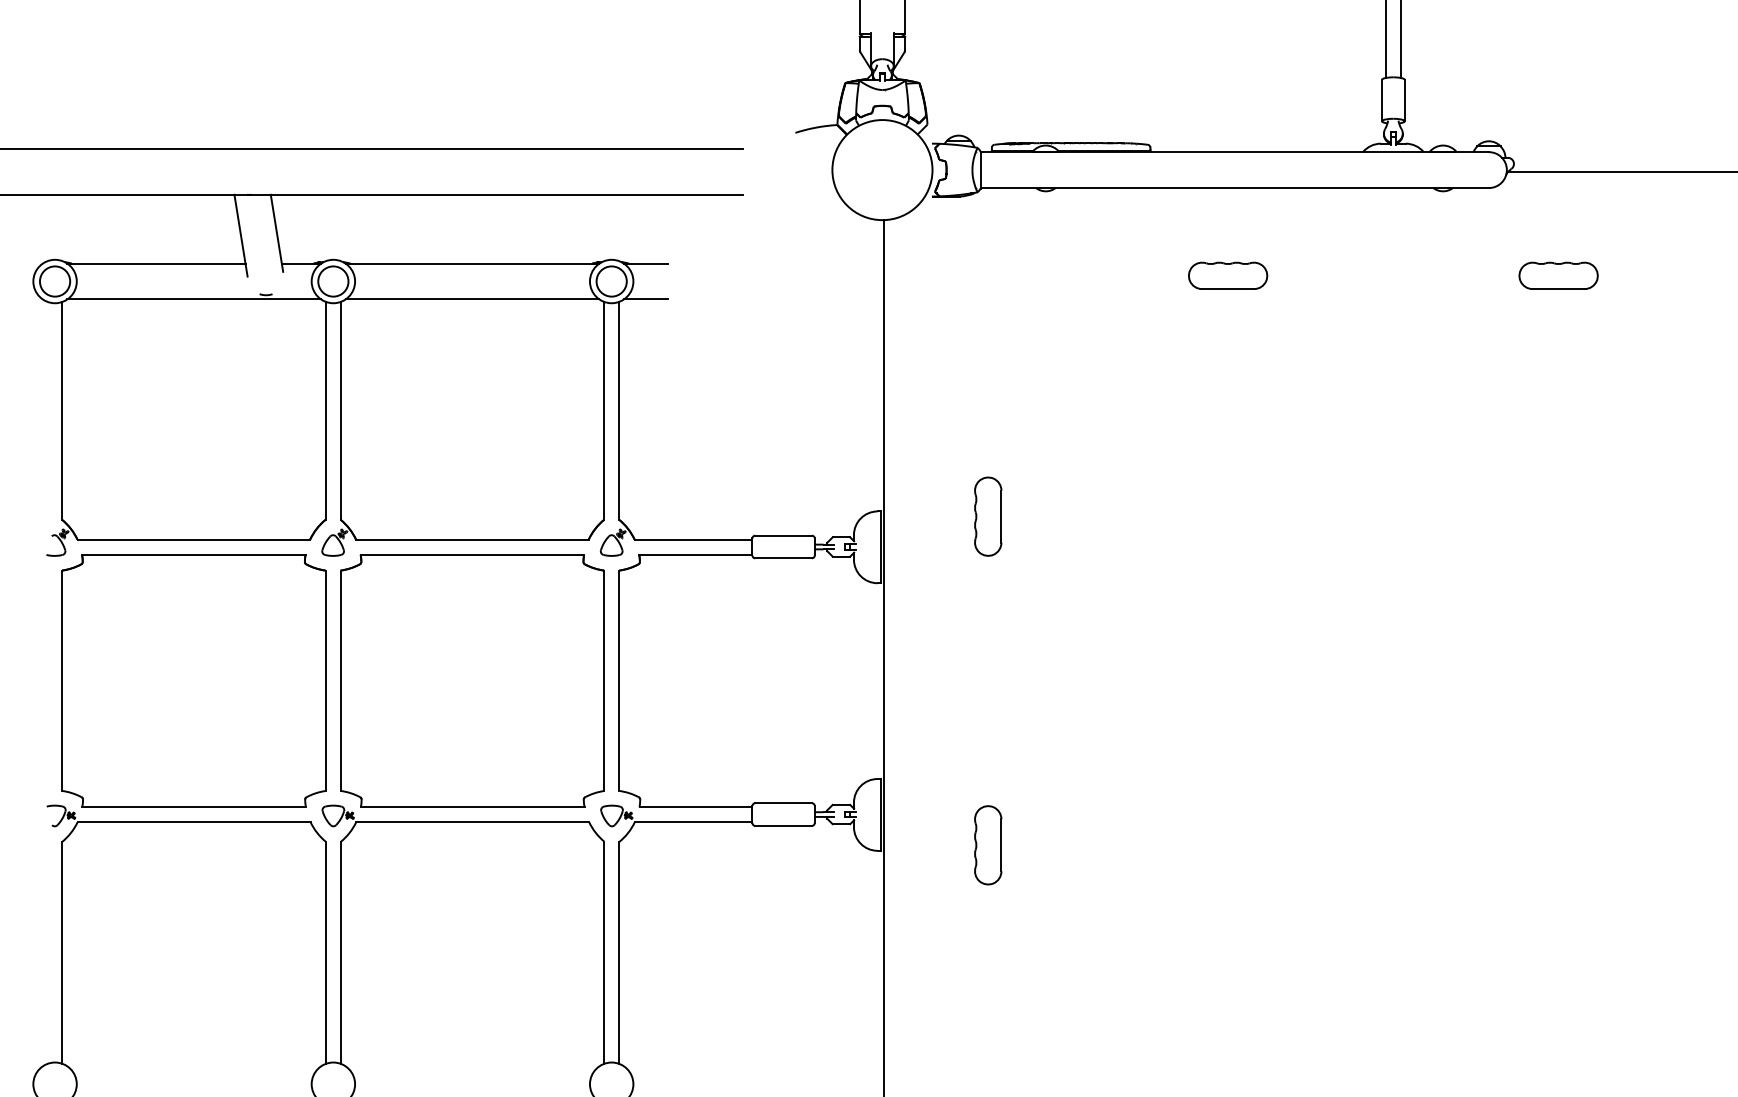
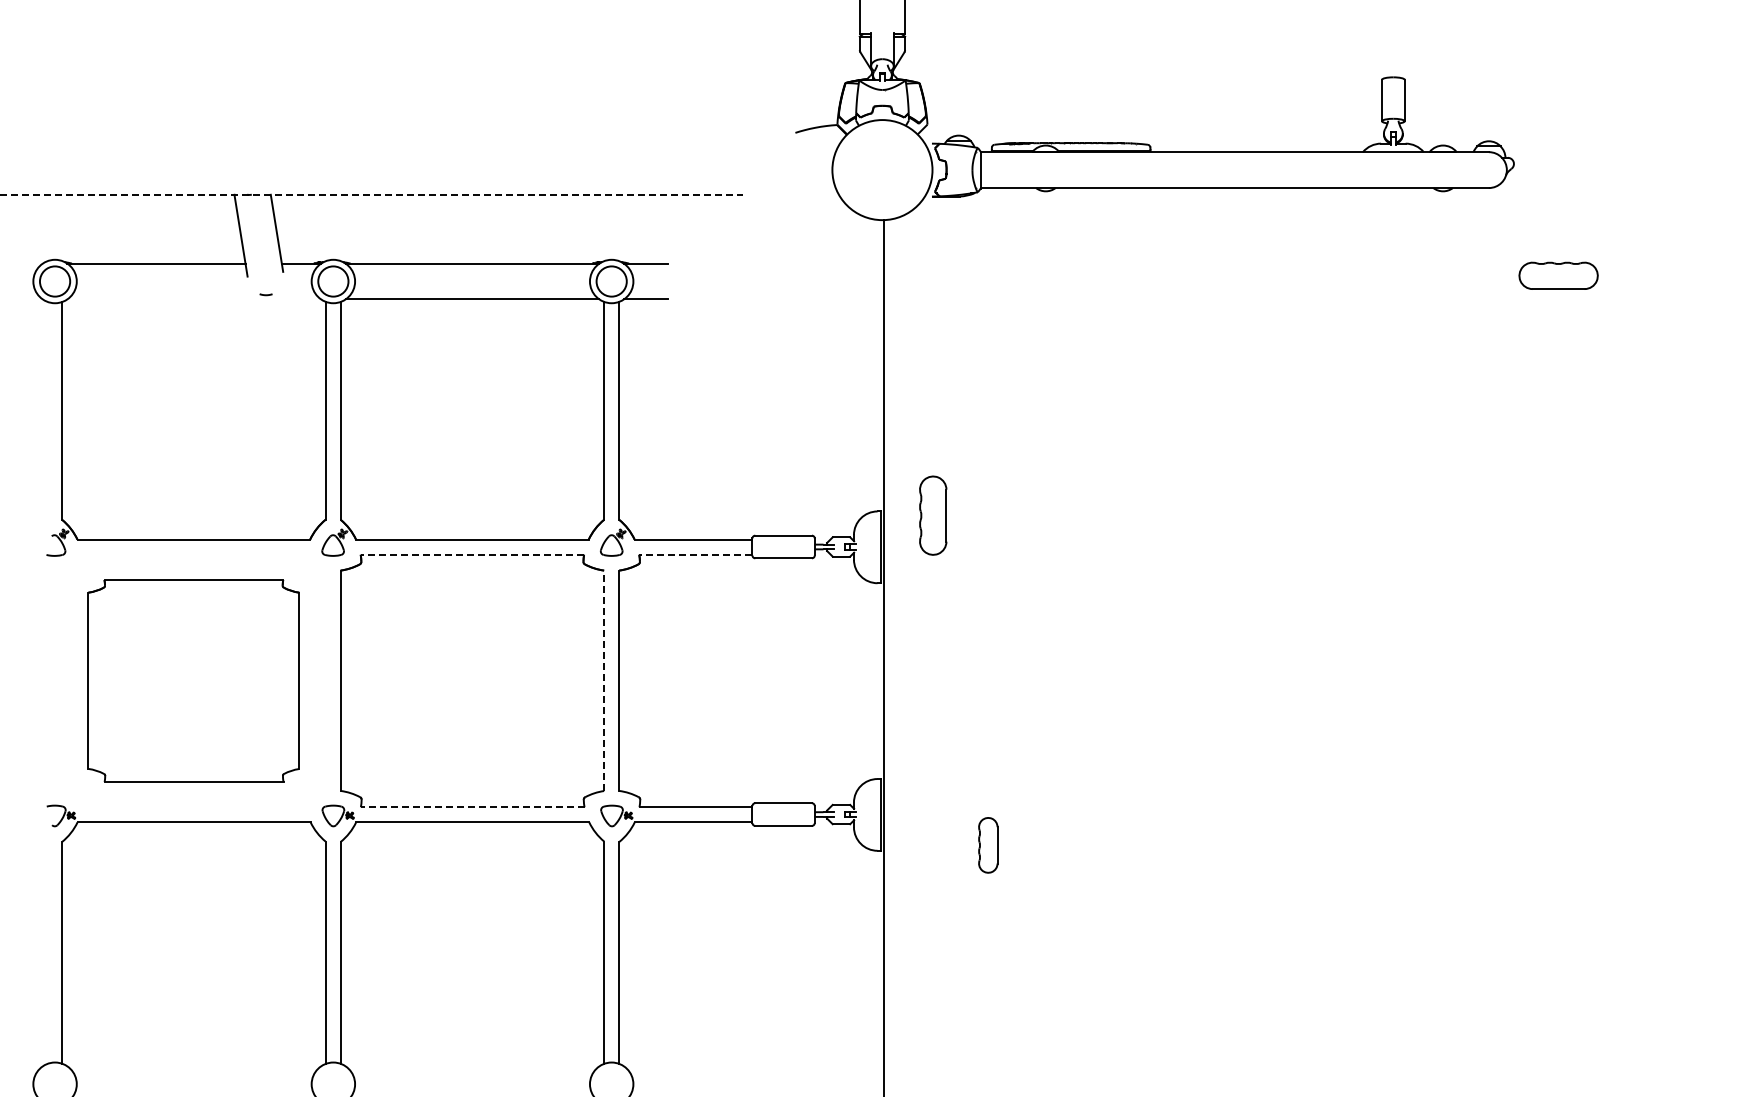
line at (1385, 39): present -> none
line at (1400, 39): present -> none
line at (372, 149): present -> none
line at (1621, 171): present -> none
line at (372, 194): solid -> dashed
part at (1228, 275): present -> none
line at (194, 299): present -> none
part at (988, 516) position: (988, 516) -> (933, 515)
line at (472, 554): solid -> dashed
line at (695, 554): solid -> dashed
part at (193, 680) size: 266x254 px -> 213x204 px
line at (604, 680): solid -> dashed
line at (472, 807): solid -> dashed
part at (988, 845) size: 29x81 px -> 21x57 px
